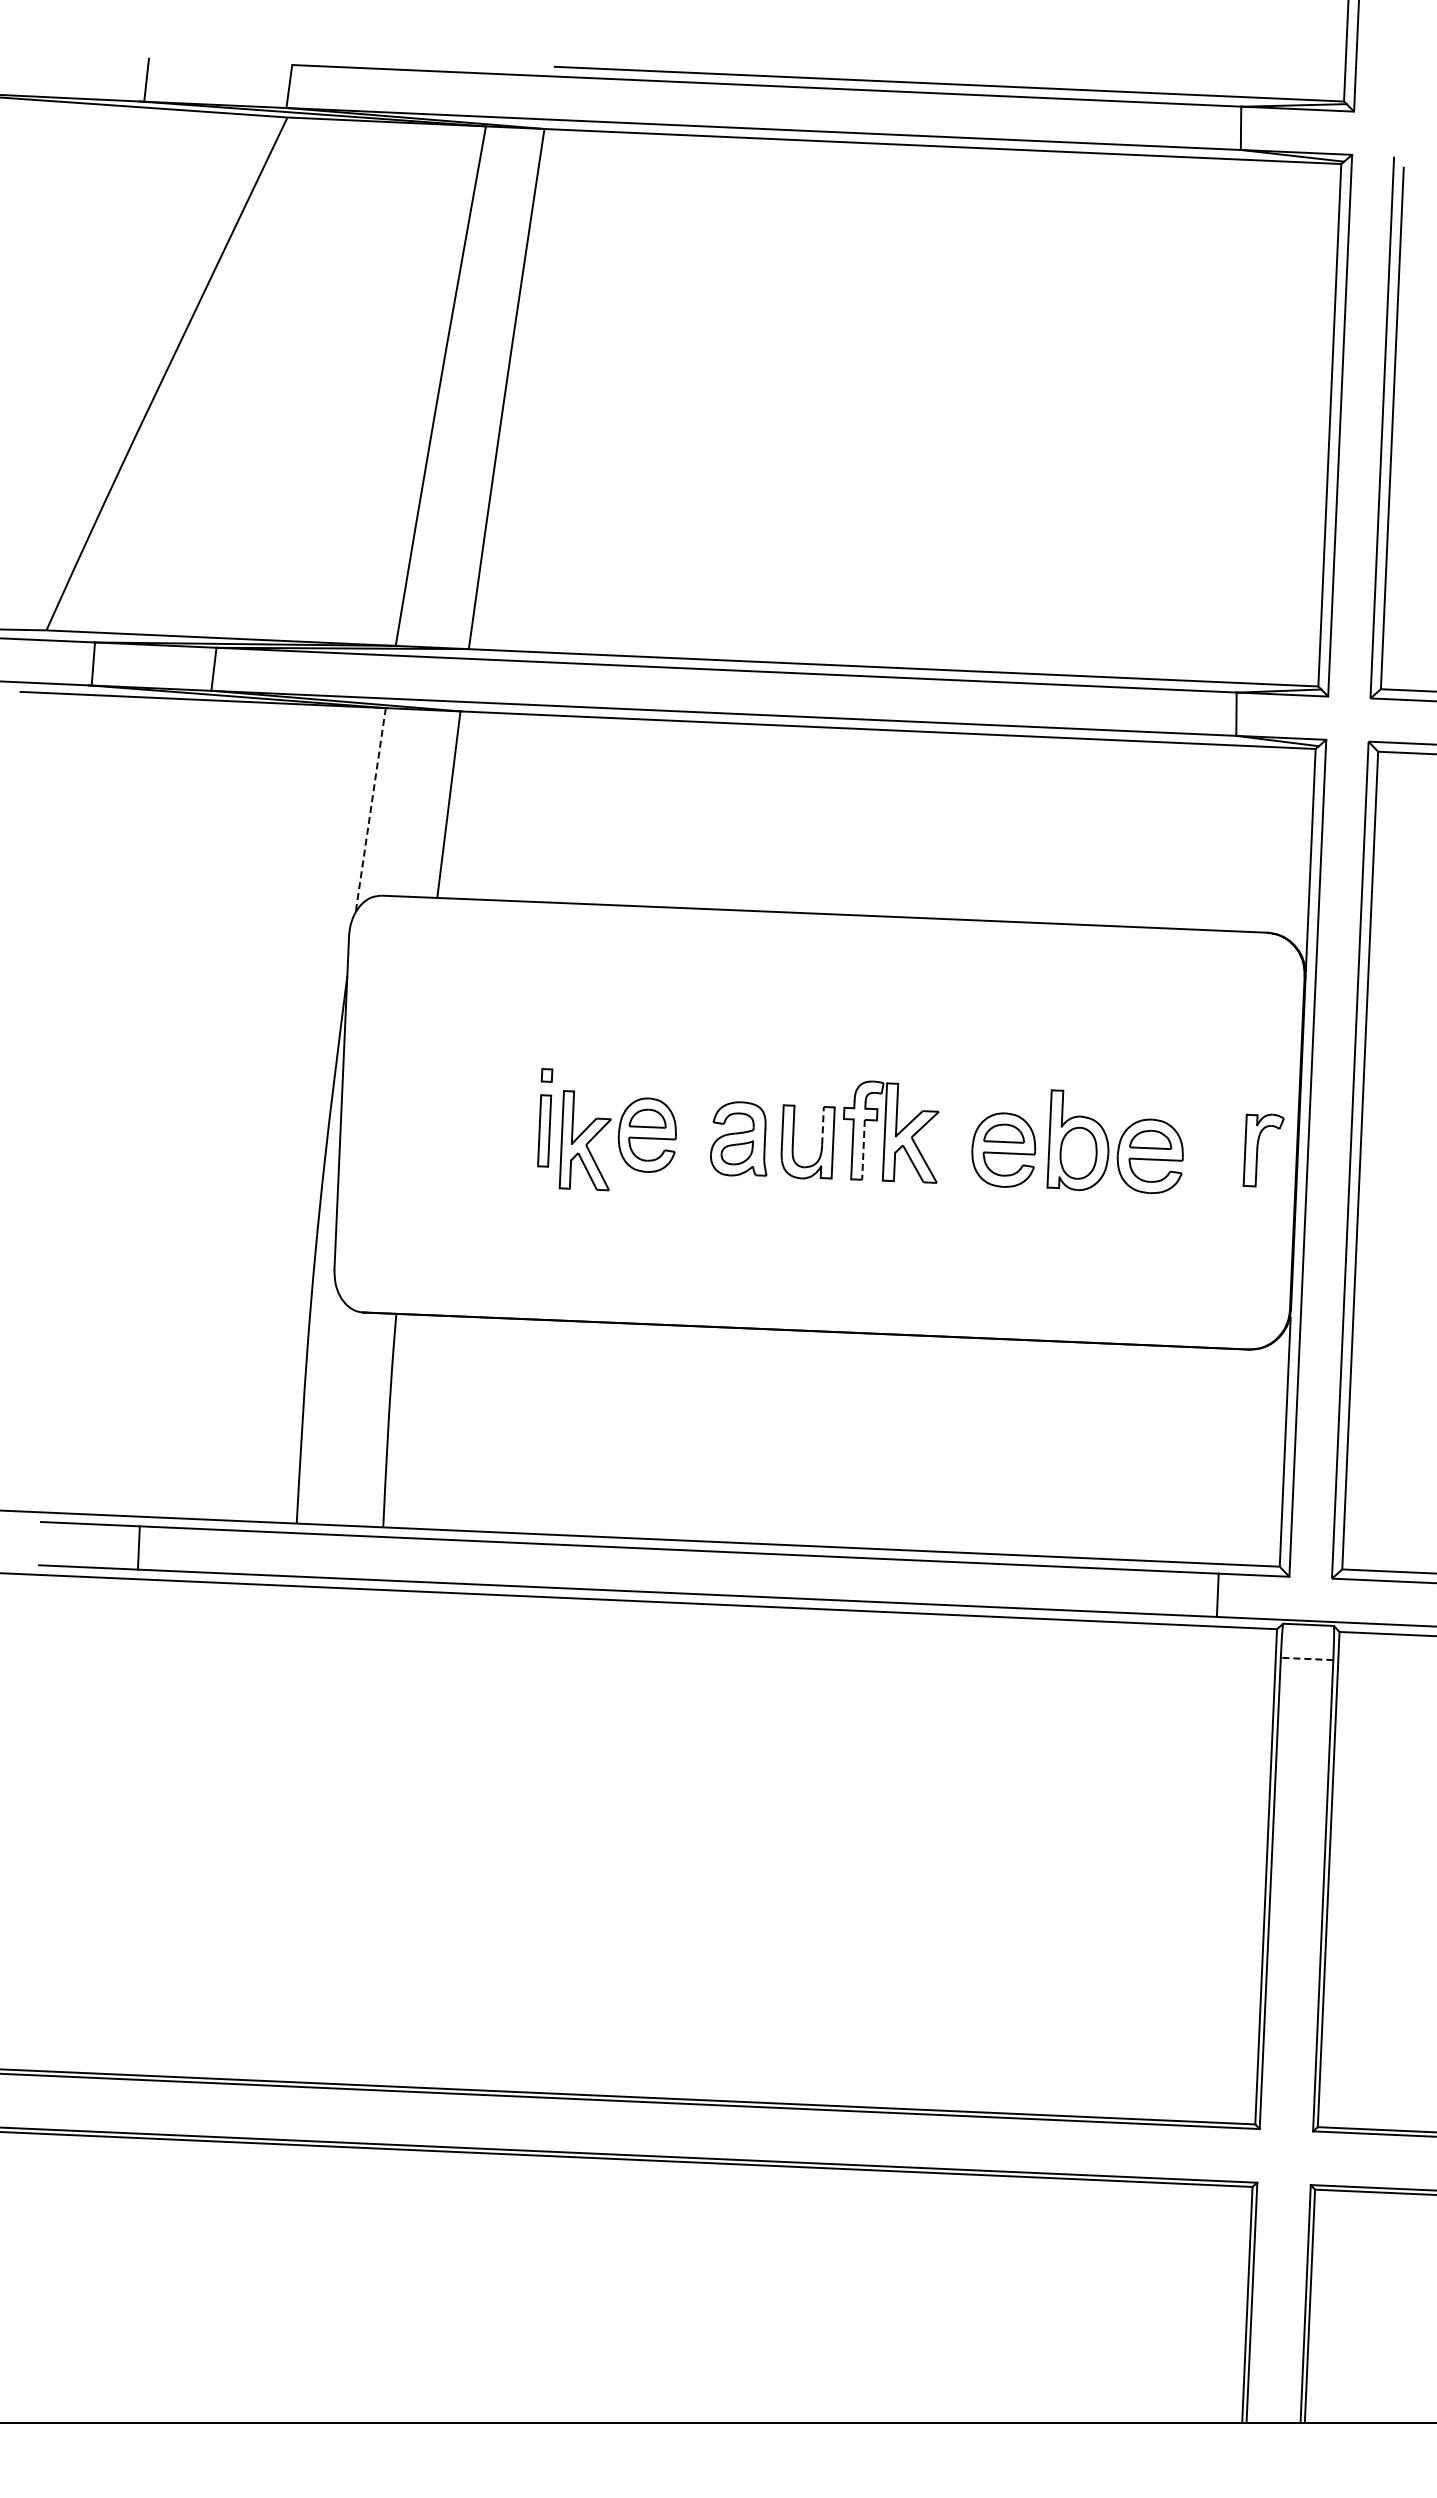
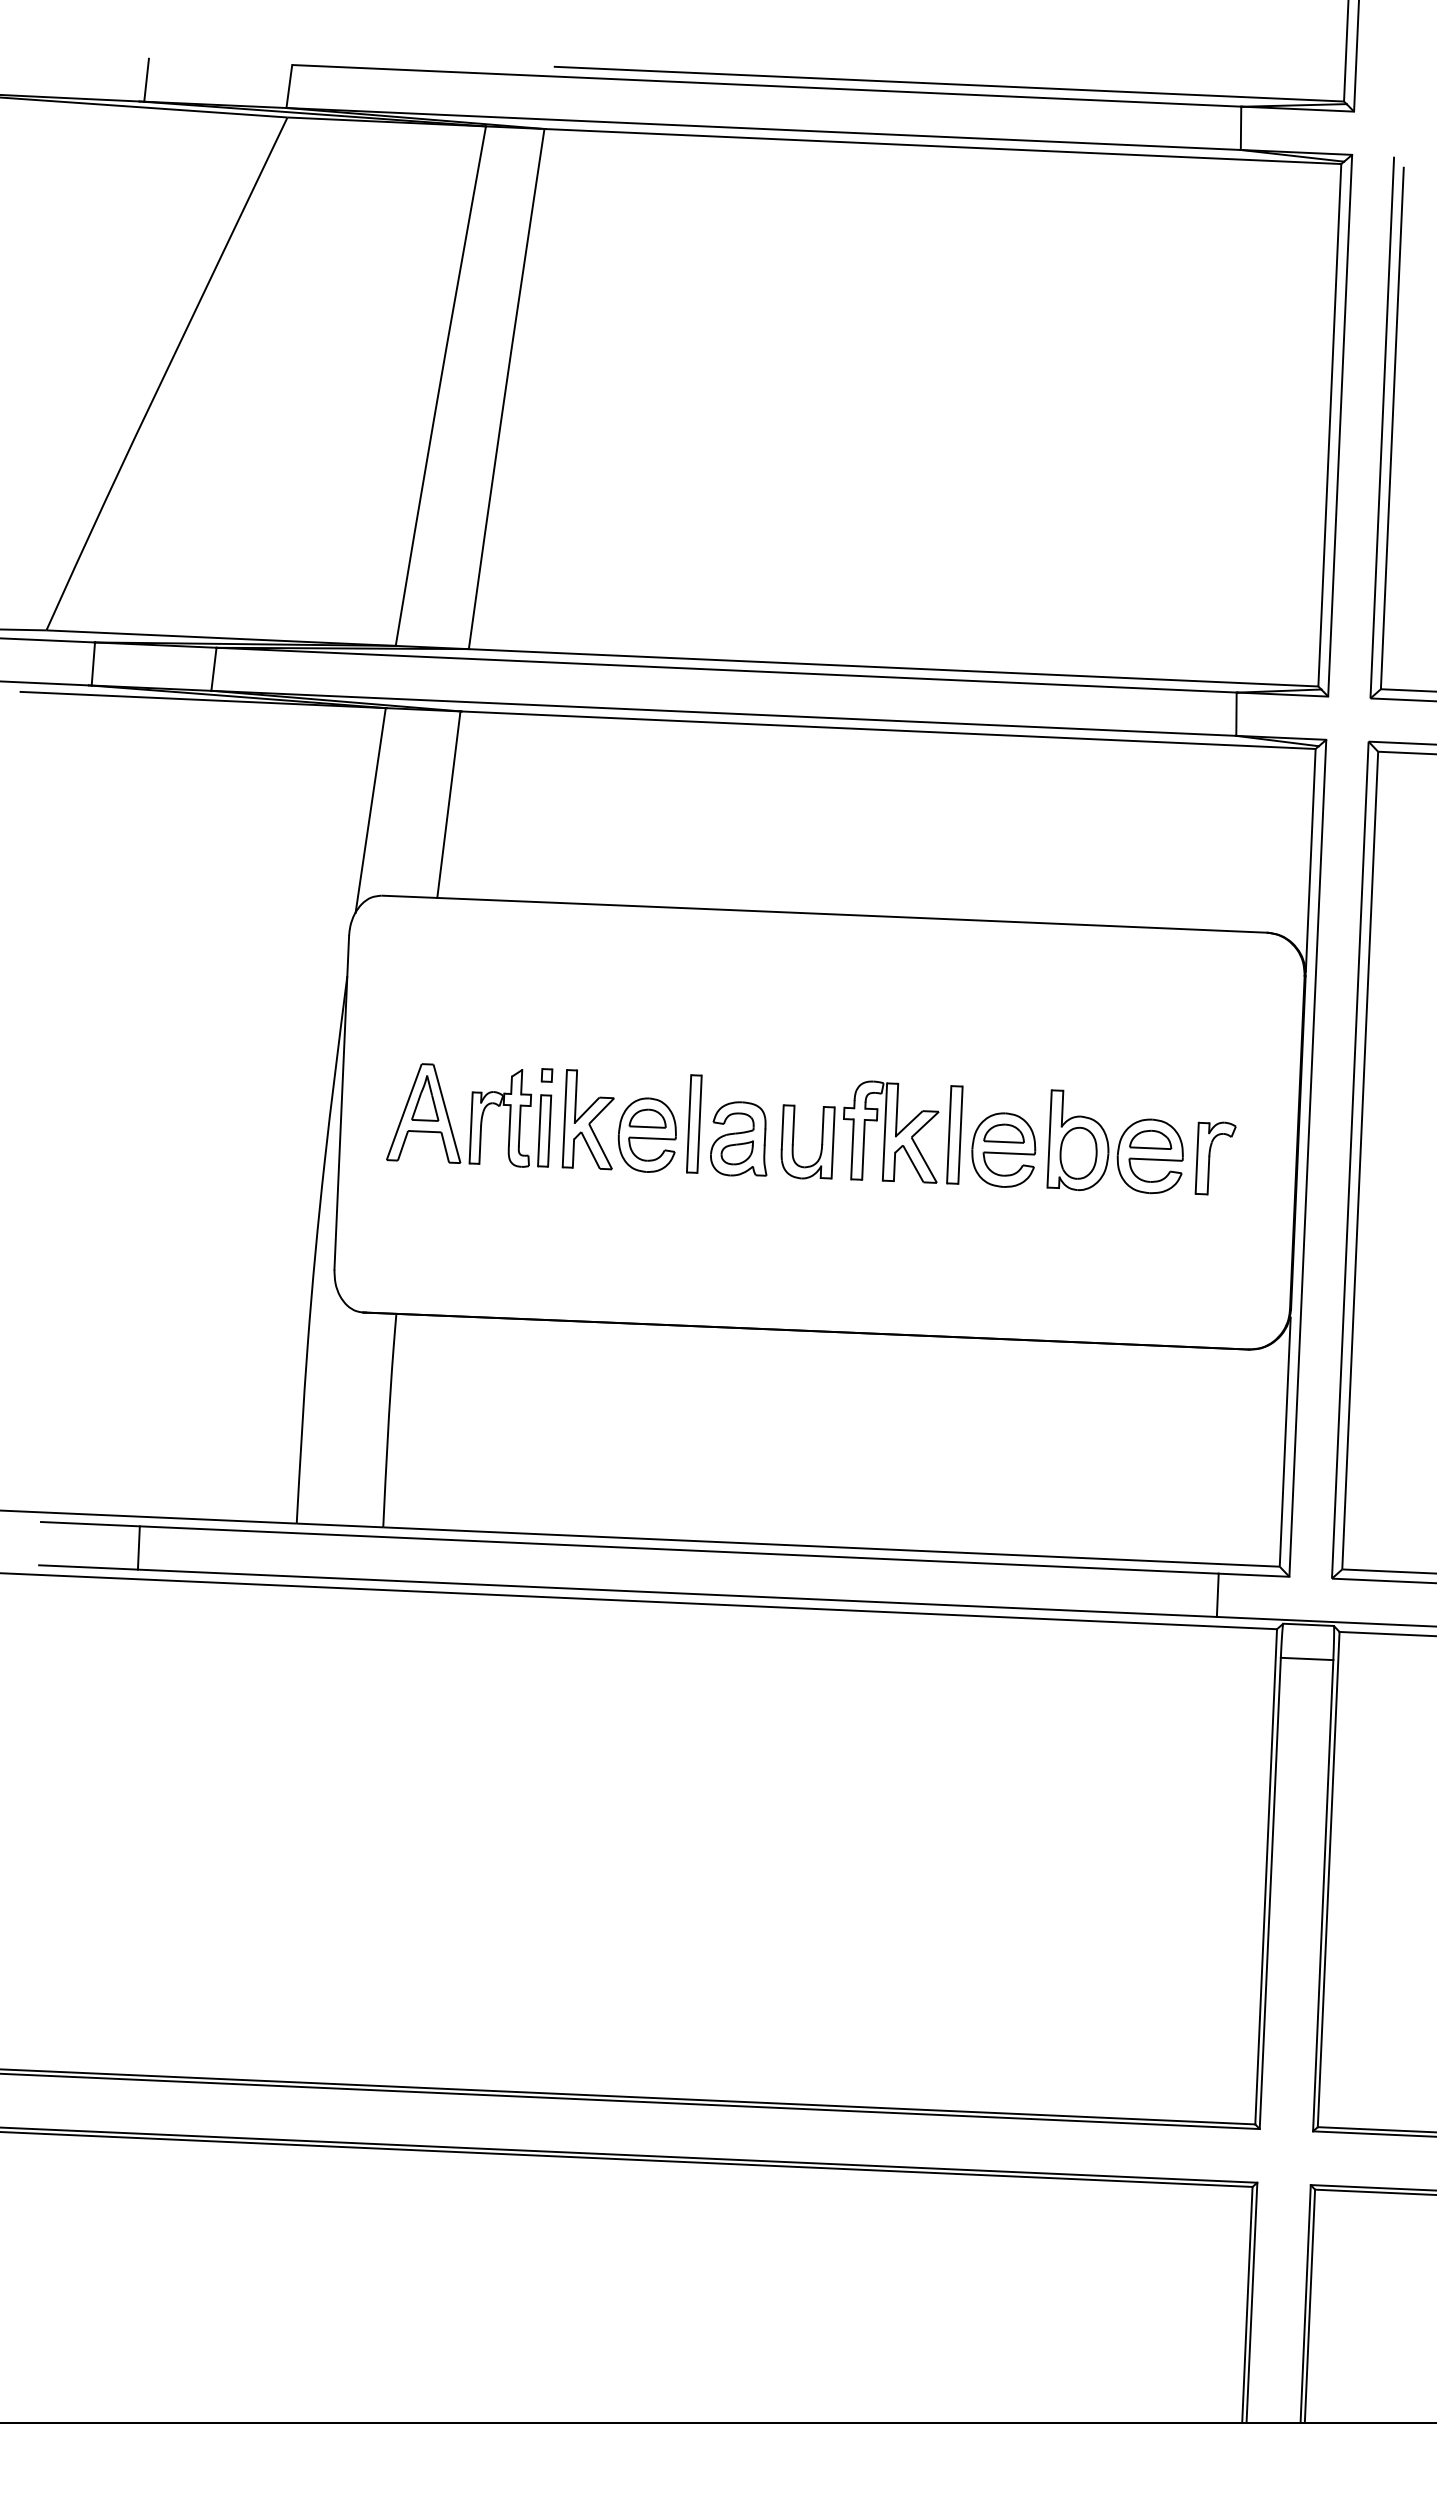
line at (370, 810): dashed -> solid
part at (449, 1118): none -> present
part at (694, 1123): none -> present
line at (823, 1125): dashed -> solid
part at (954, 1134): none -> present
part at (584, 1140) position: (584, 1140) -> (587, 1119)
line at (863, 1149): dashed -> solid
part at (1263, 1150) position: (1263, 1150) -> (1215, 1158)
line at (1306, 1658): dashed -> solid
